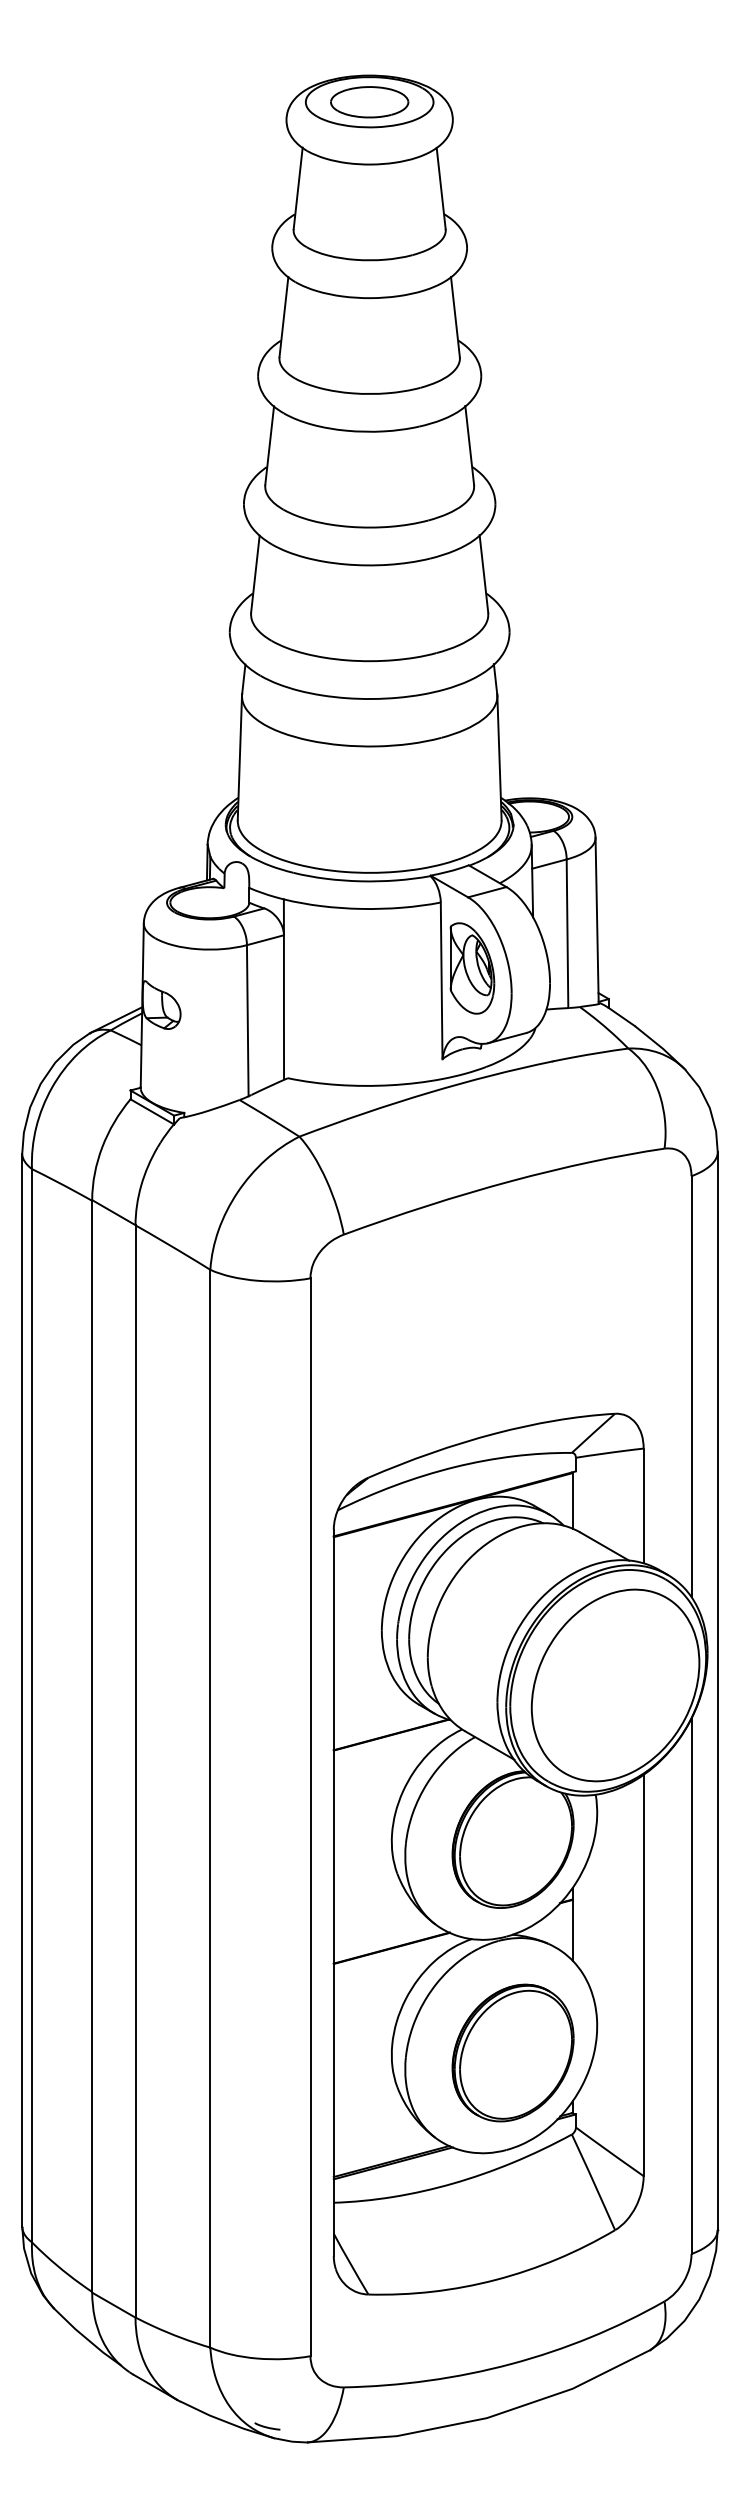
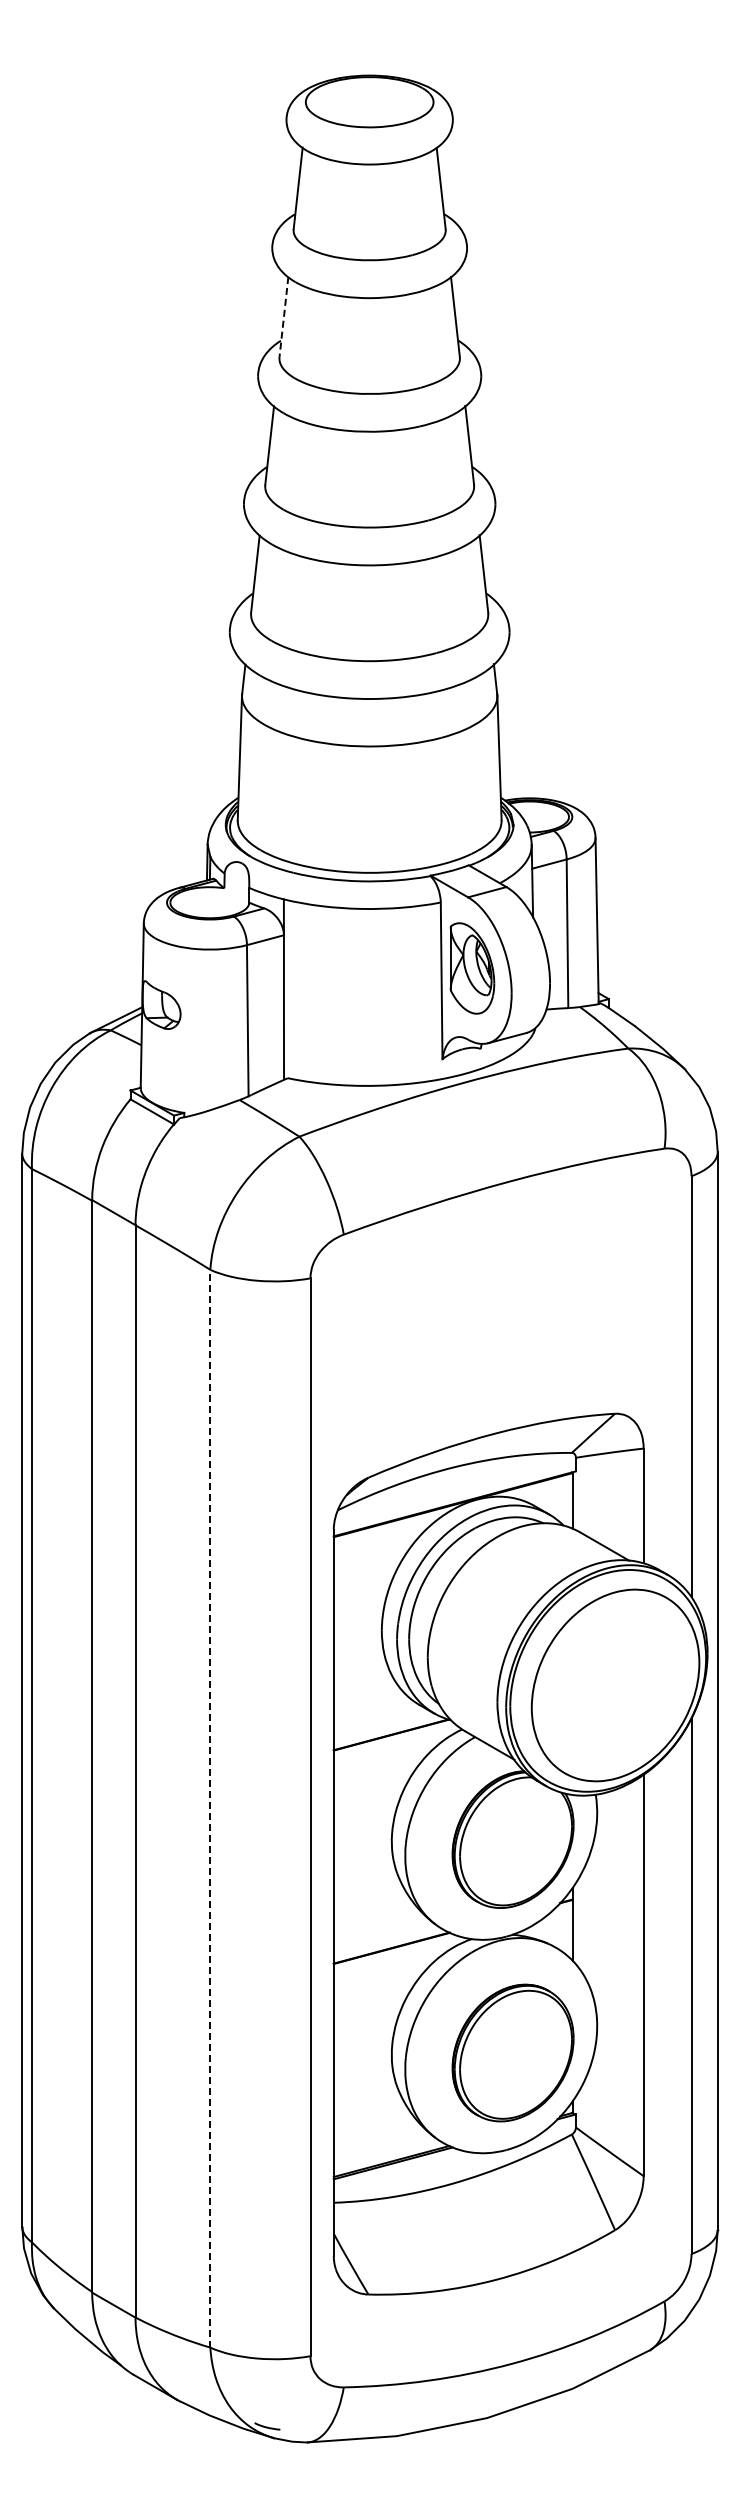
part at (369, 102): present -> none
line at (283, 317): solid -> dashed
line at (210, 1808): solid -> dashed
